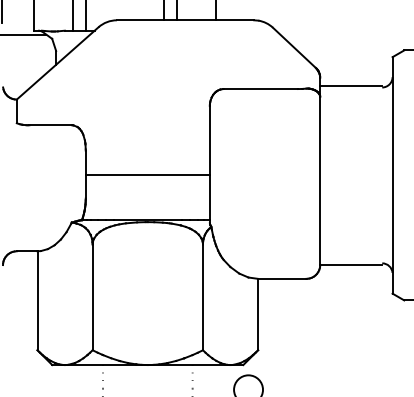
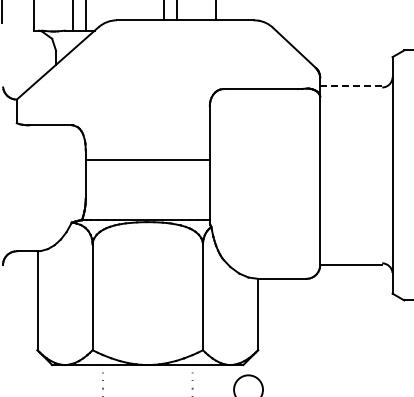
line at (24, 34): present -> none
line at (350, 85): solid -> dashed
line at (147, 175) position: (147, 175) -> (147, 160)
